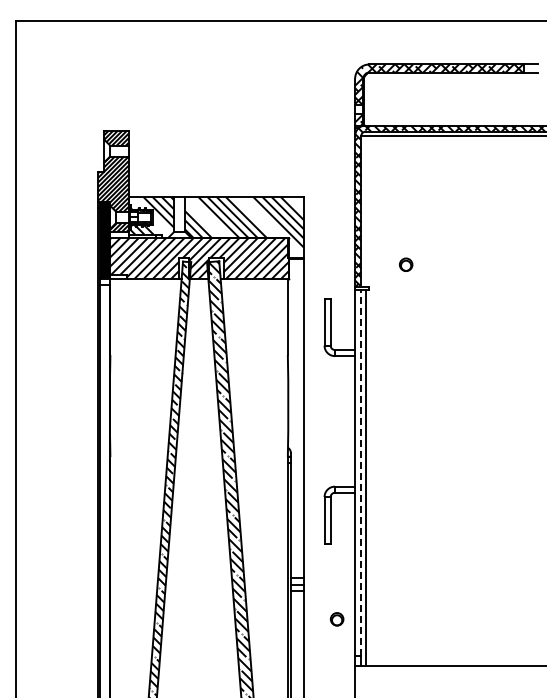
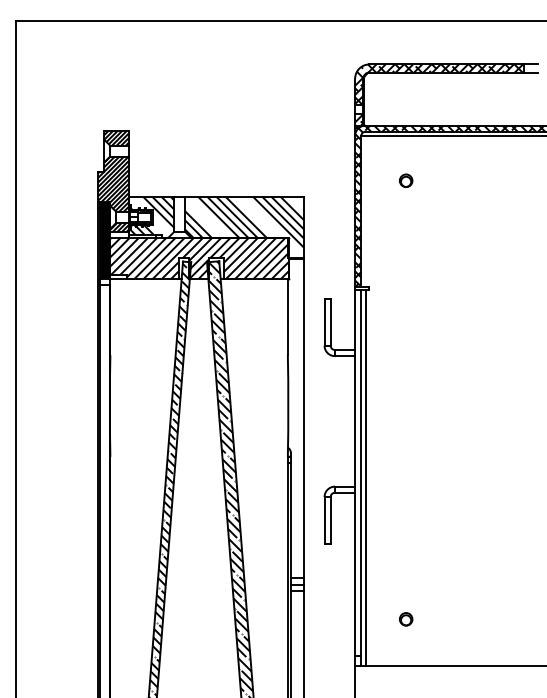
part at (406, 264) position: (406, 264) -> (406, 180)
line at (361, 472): dashed -> solid
part at (337, 619) position: (337, 619) -> (406, 619)
